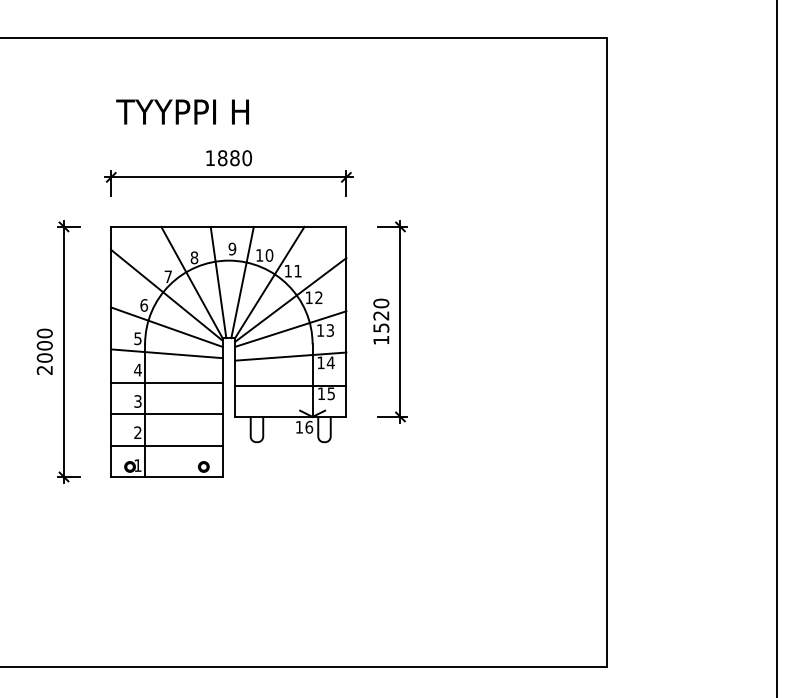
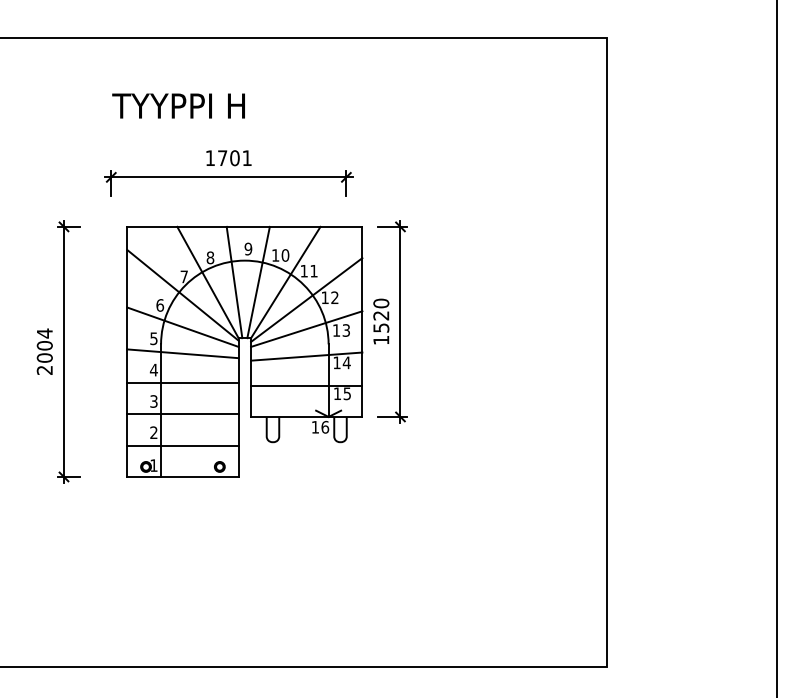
text at (182, 111) position: (182, 111) -> (178, 105)
text at (235, 158): 1880 -> 1701
text at (44, 333): 2000 -> 2004
part at (228, 351) position: (228, 351) -> (244, 351)
